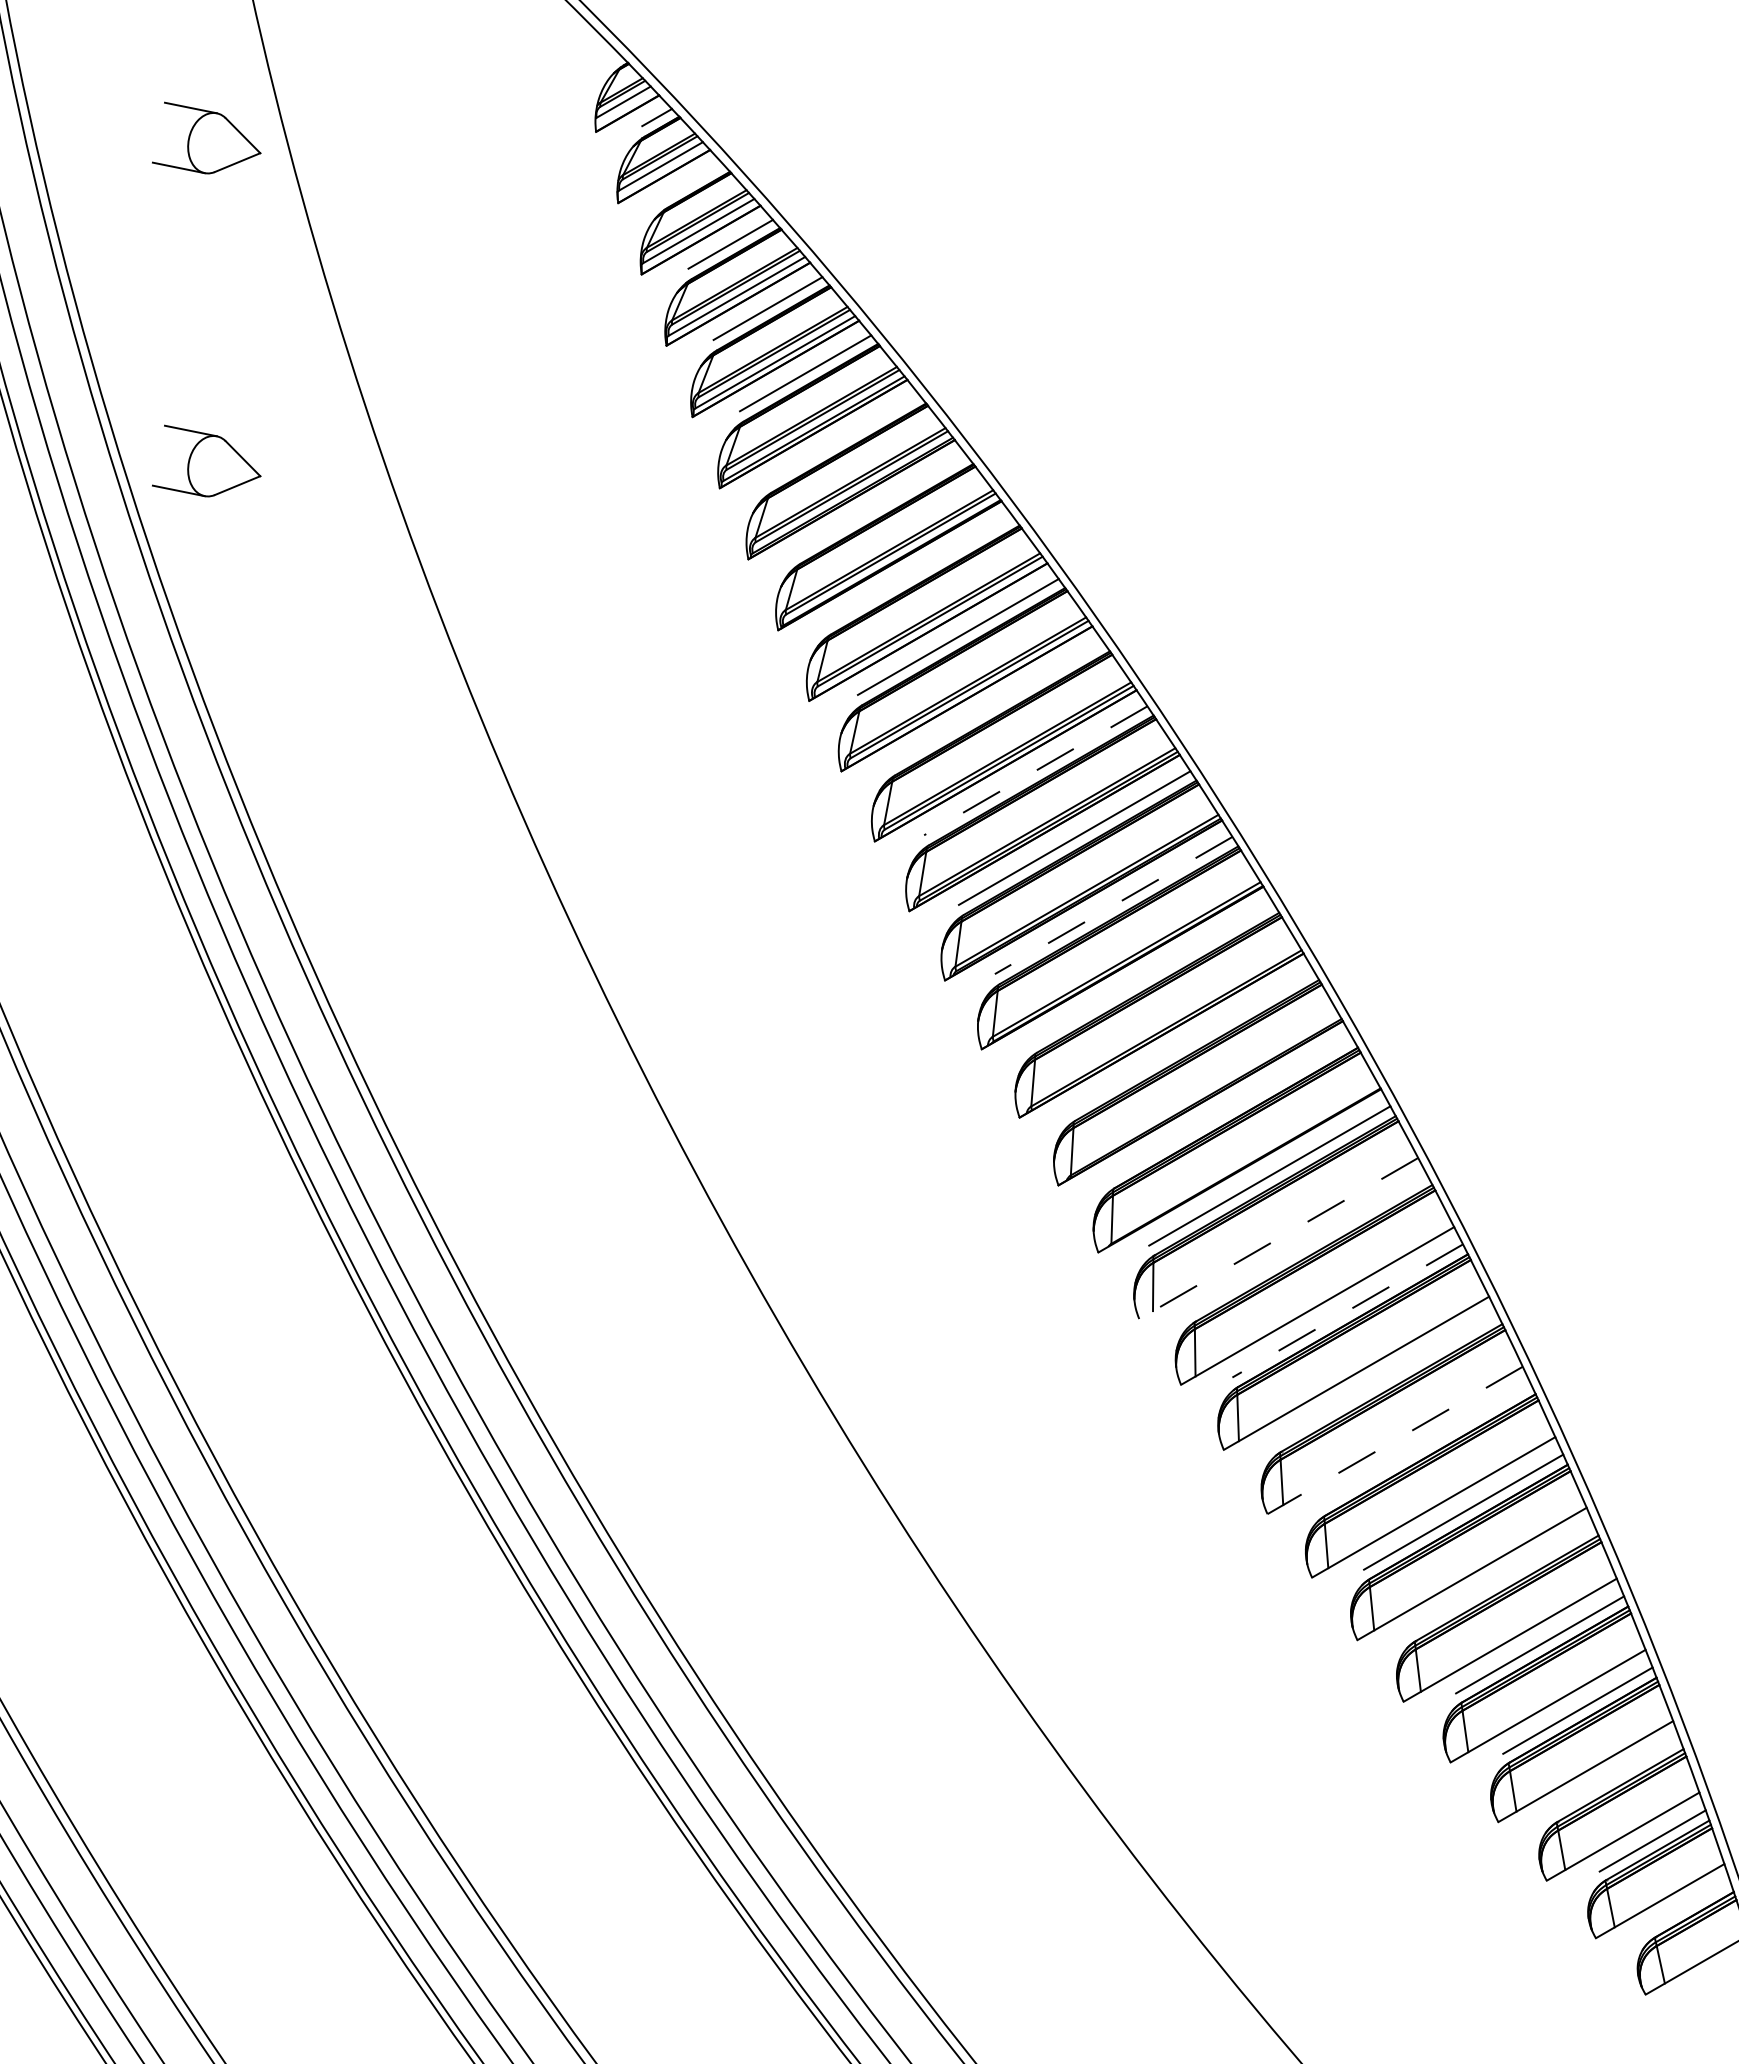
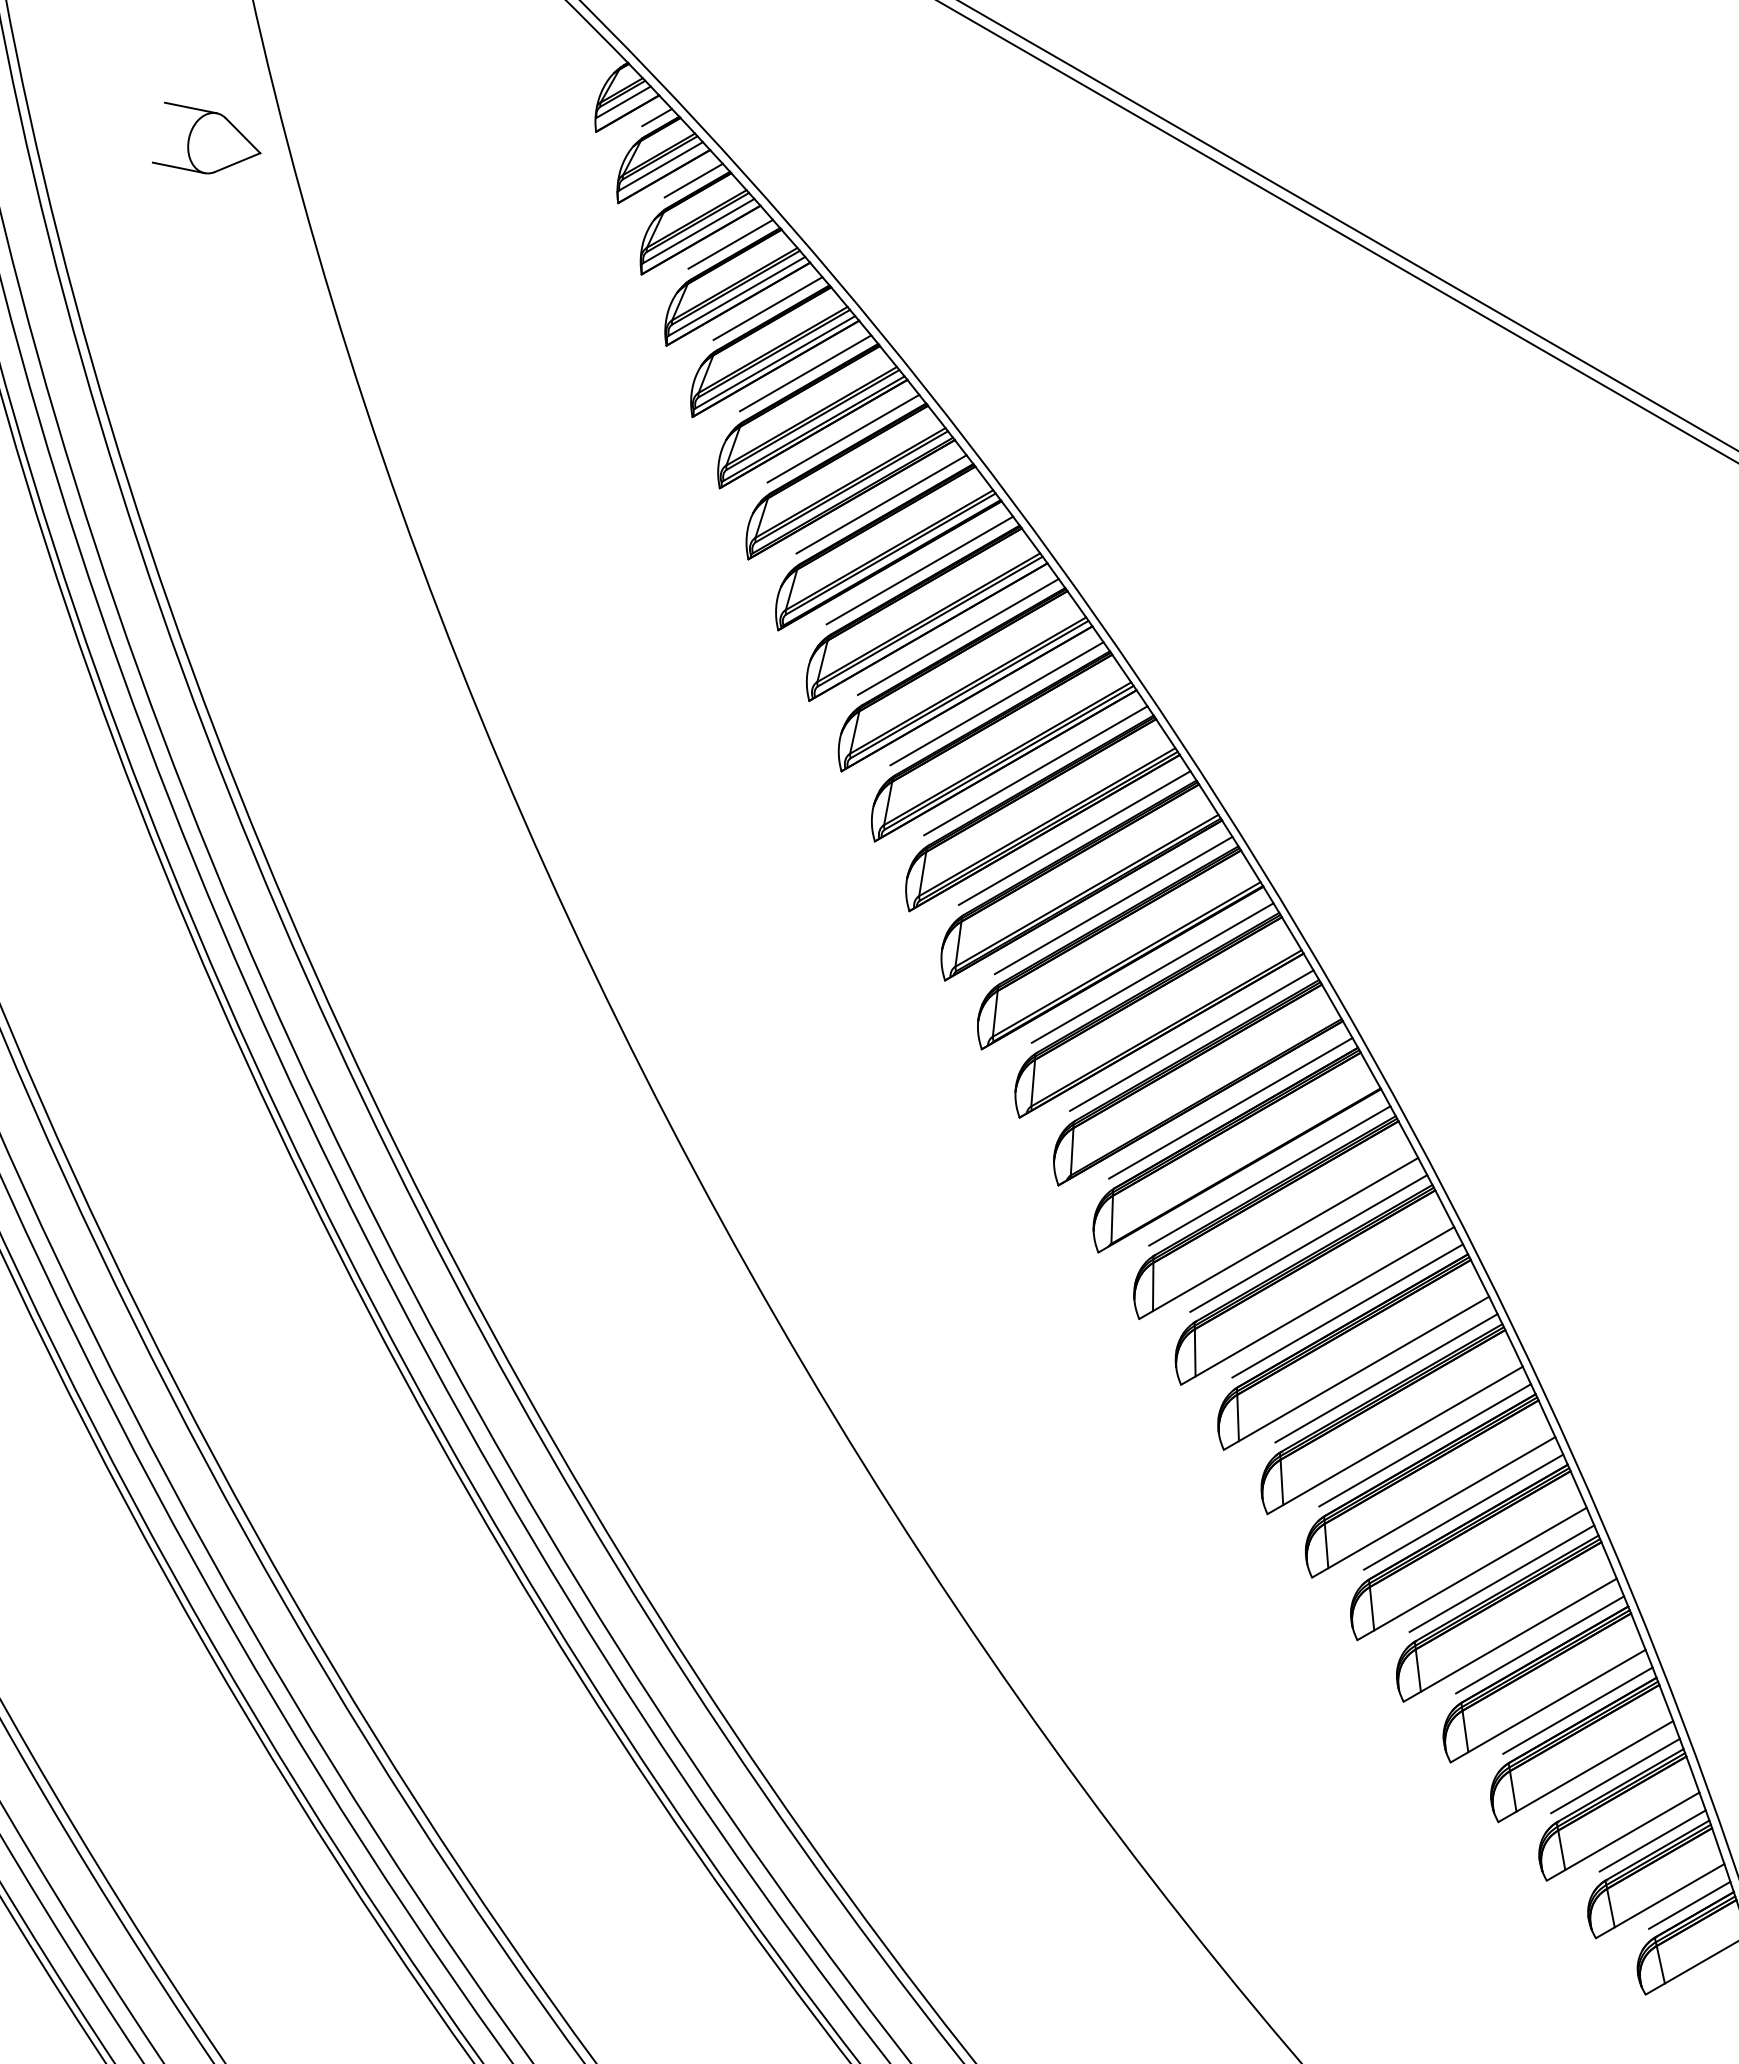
line at (693, 180): none -> present
line at (1347, 225): none -> present
line at (1337, 231): none -> present
line at (843, 438): none -> present
part at (206, 460): present -> none
line at (881, 504): none -> present
line at (919, 570): none -> present
line at (996, 703): none -> present
line at (1035, 770): dashed -> solid
line at (1113, 905): dashed -> solid
line at (1152, 972): none -> present
line at (1191, 1040): none -> present
line at (1230, 1108): none -> present
line at (1278, 1238): dashed -> solid
line at (1308, 1243): none -> present
line at (1347, 1311): dashed -> solid
line at (1386, 1378): none -> present
line at (1394, 1440): dashed -> solid
line at (1425, 1445): none -> present
line at (1501, 1578): none -> present
line at (1615, 1775): none -> present
line at (1689, 1904): none -> present
